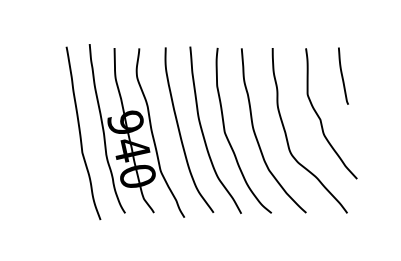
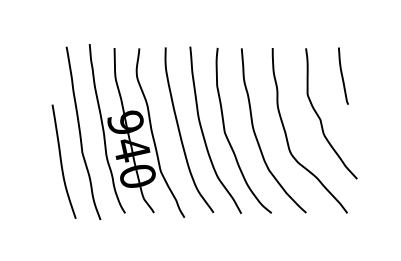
curve at (62, 162): none -> present
